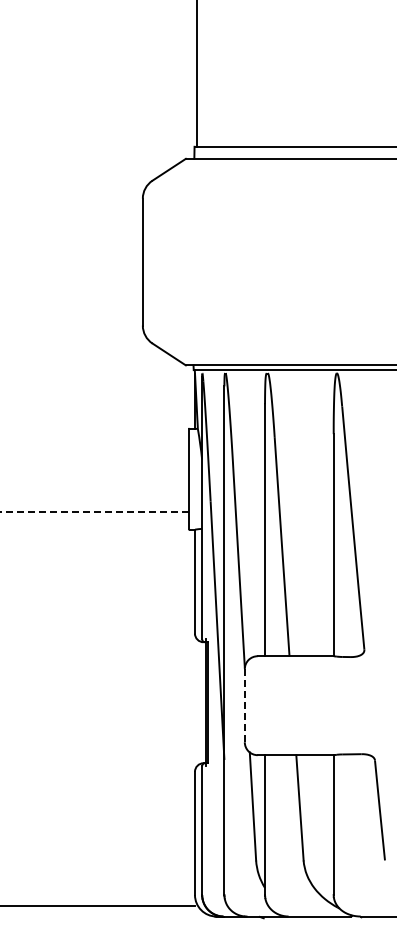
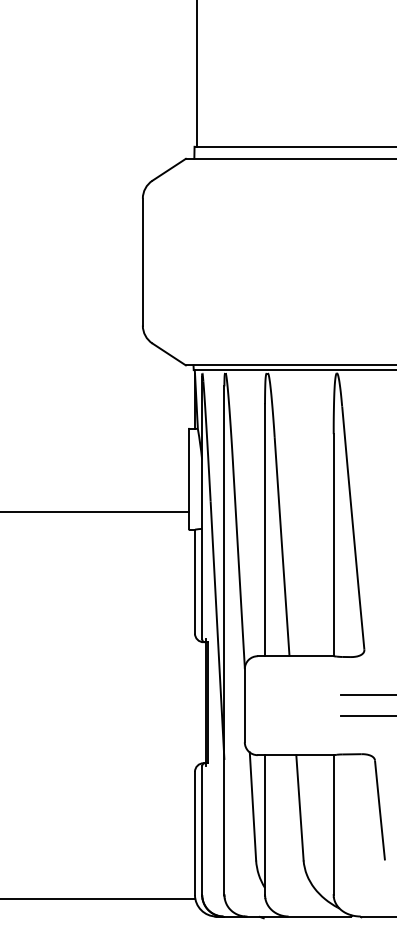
line at (94, 512): dashed -> solid
line at (367, 694): none -> present
line at (244, 705): dashed -> solid
line at (367, 716): none -> present
line at (98, 906) position: (98, 906) -> (98, 899)
